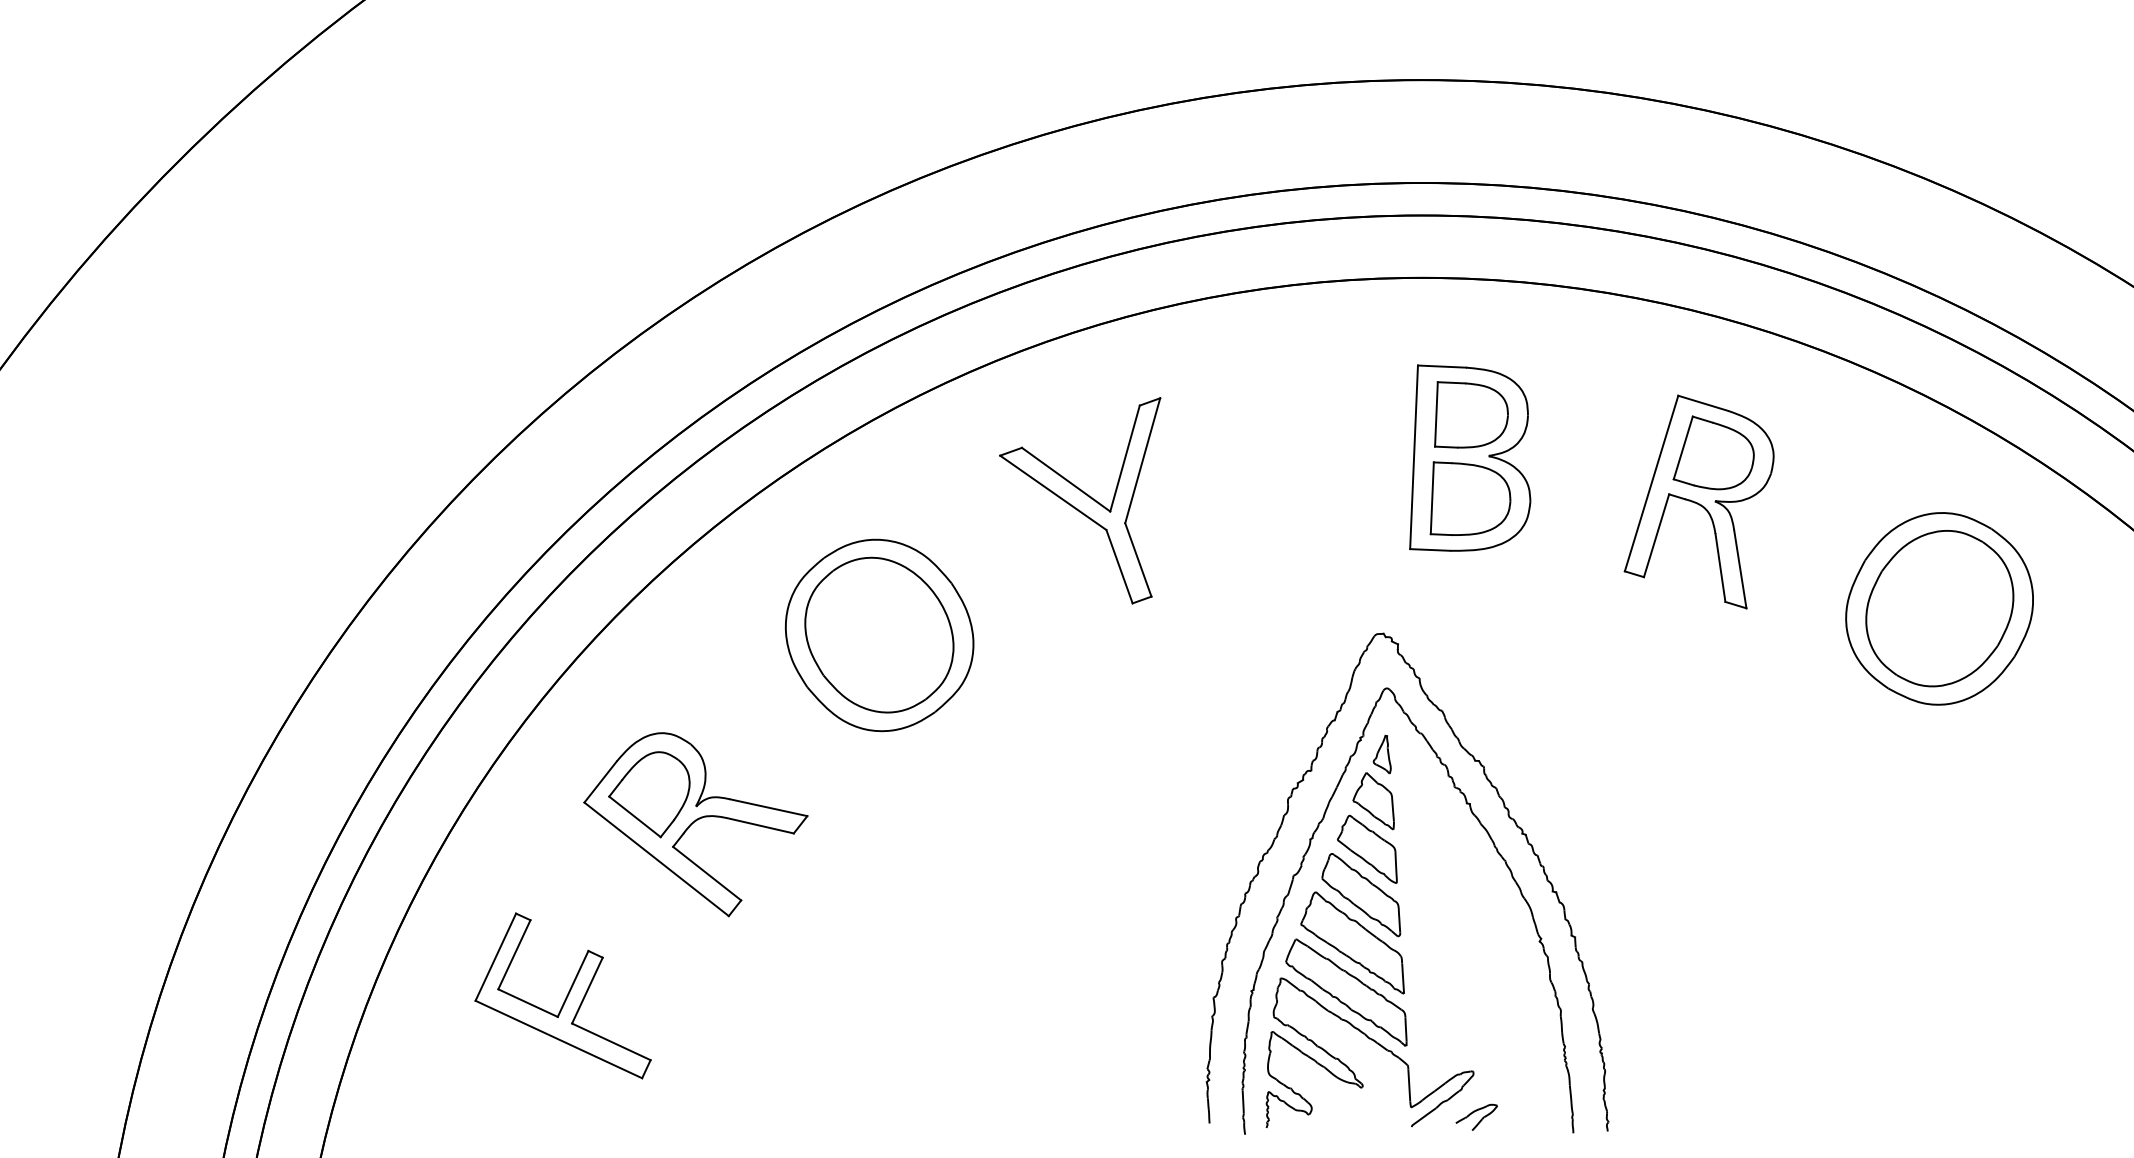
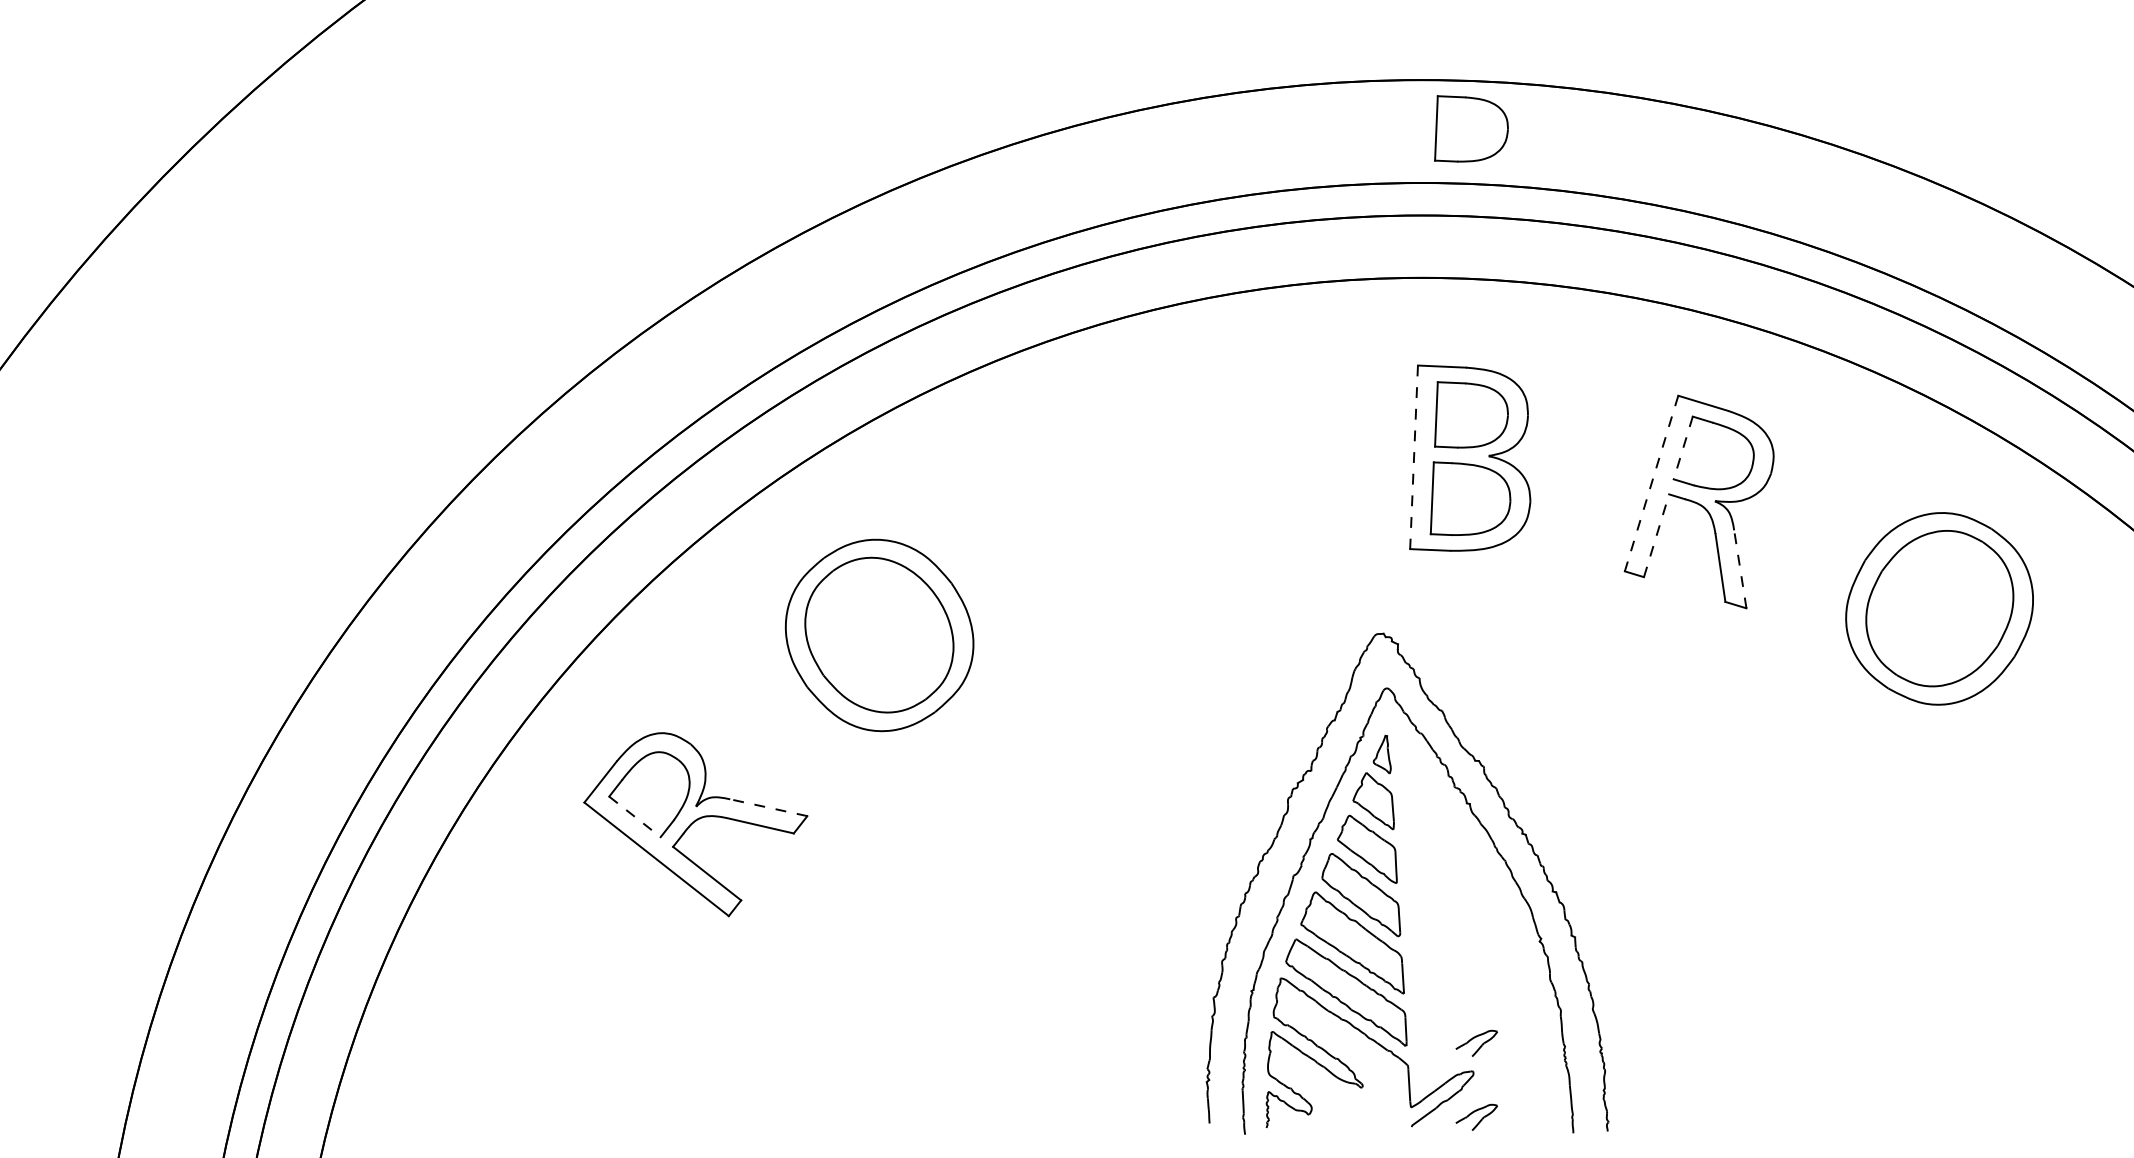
part at (1471, 128): none -> present
line at (1683, 447): solid -> dashed
line at (1414, 457): solid -> dashed
line at (1651, 483): solid -> dashed
part at (1080, 500): present -> none
line at (1656, 535): solid -> dashed
line at (1740, 568): solid -> dashed
line at (768, 807): solid -> dashed
line at (634, 816): solid -> dashed
part at (562, 995): present -> none
part at (1476, 1042): none -> present
